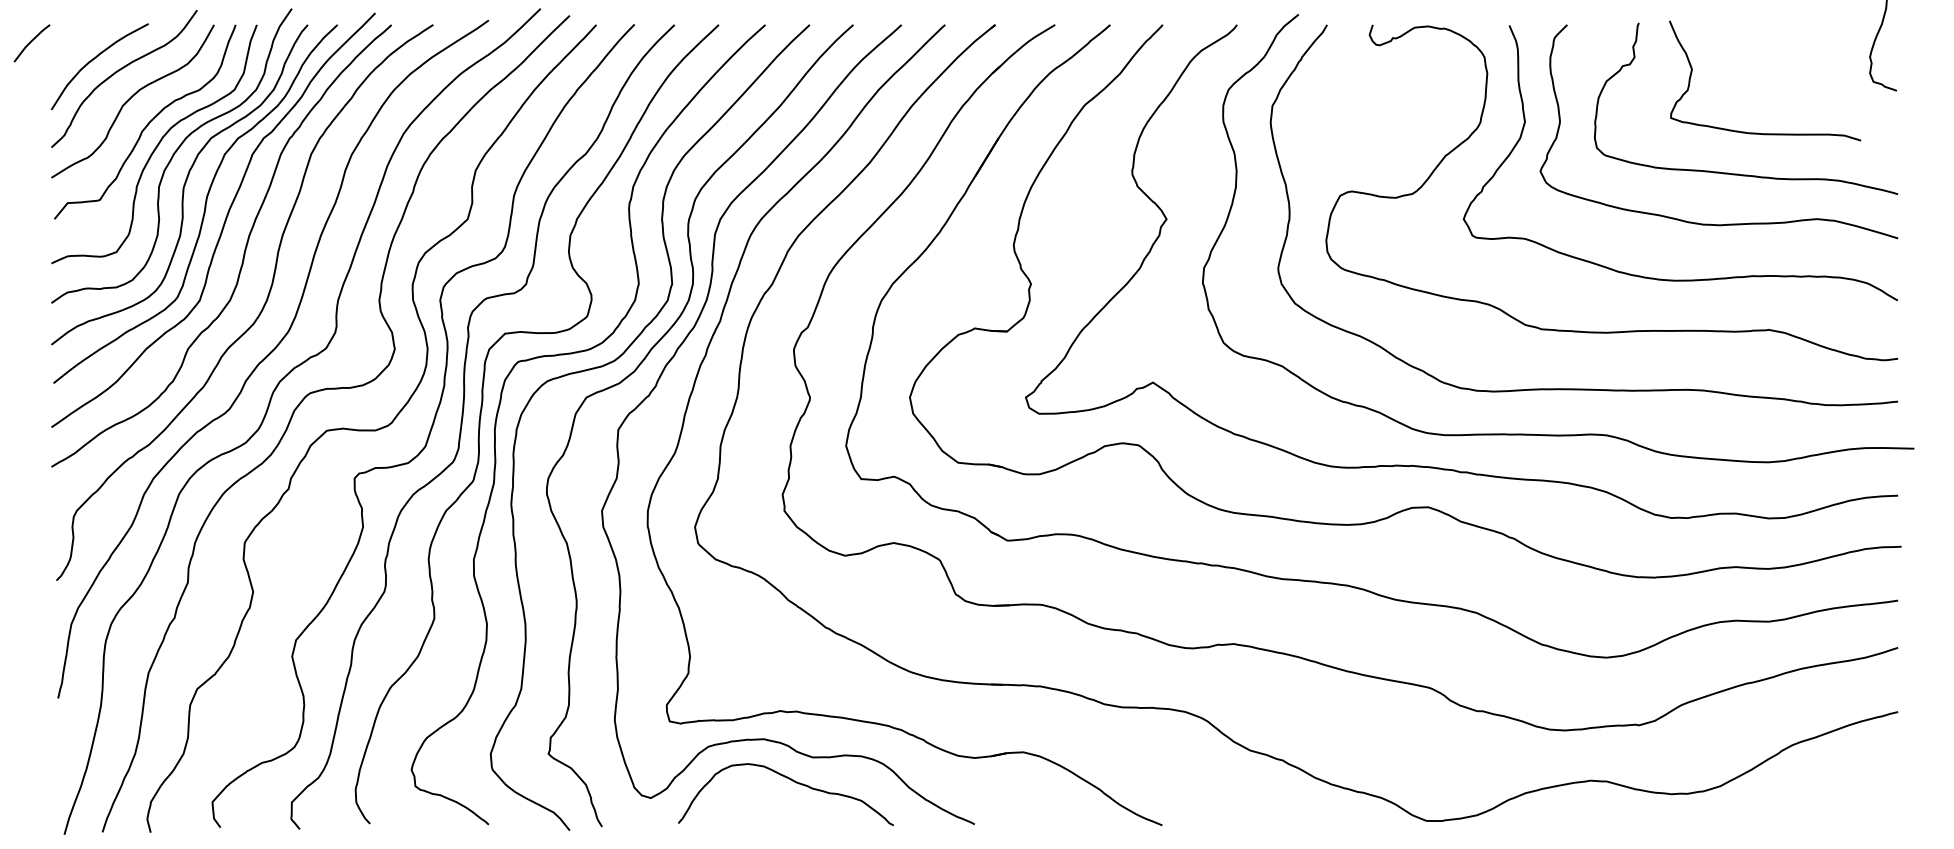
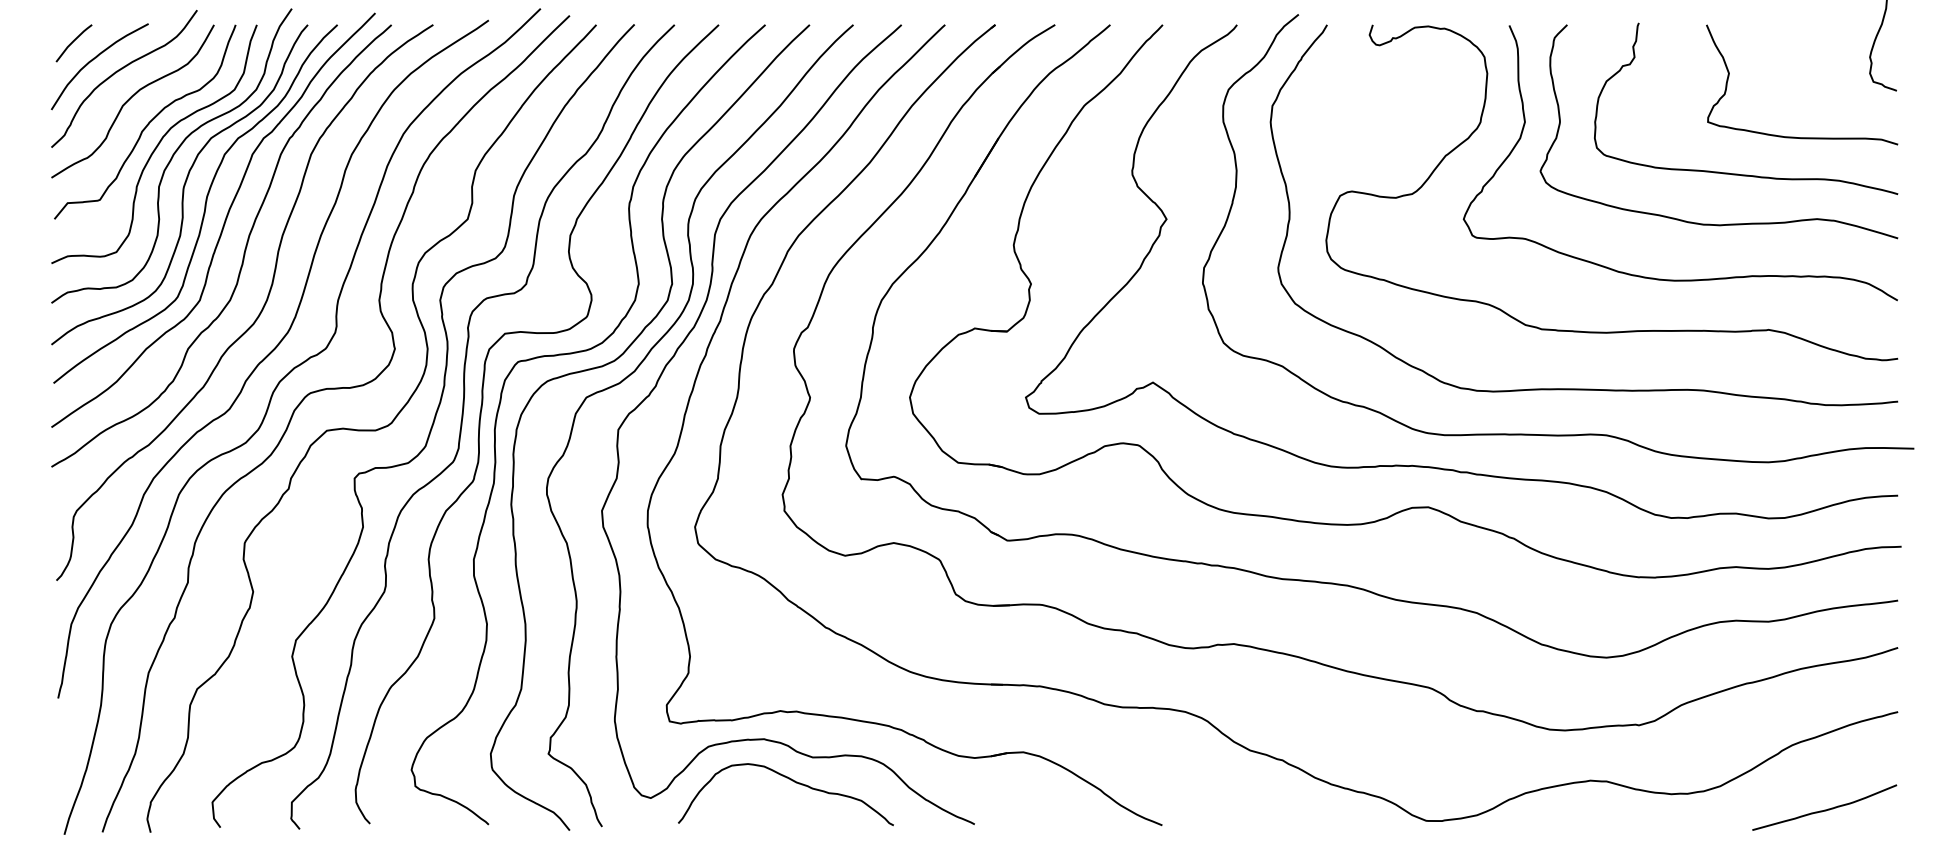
curve at (31, 42) position: (31, 42) -> (73, 42)
curve at (1758, 132) position: (1758, 132) -> (1795, 136)
curve at (1824, 809): none -> present
